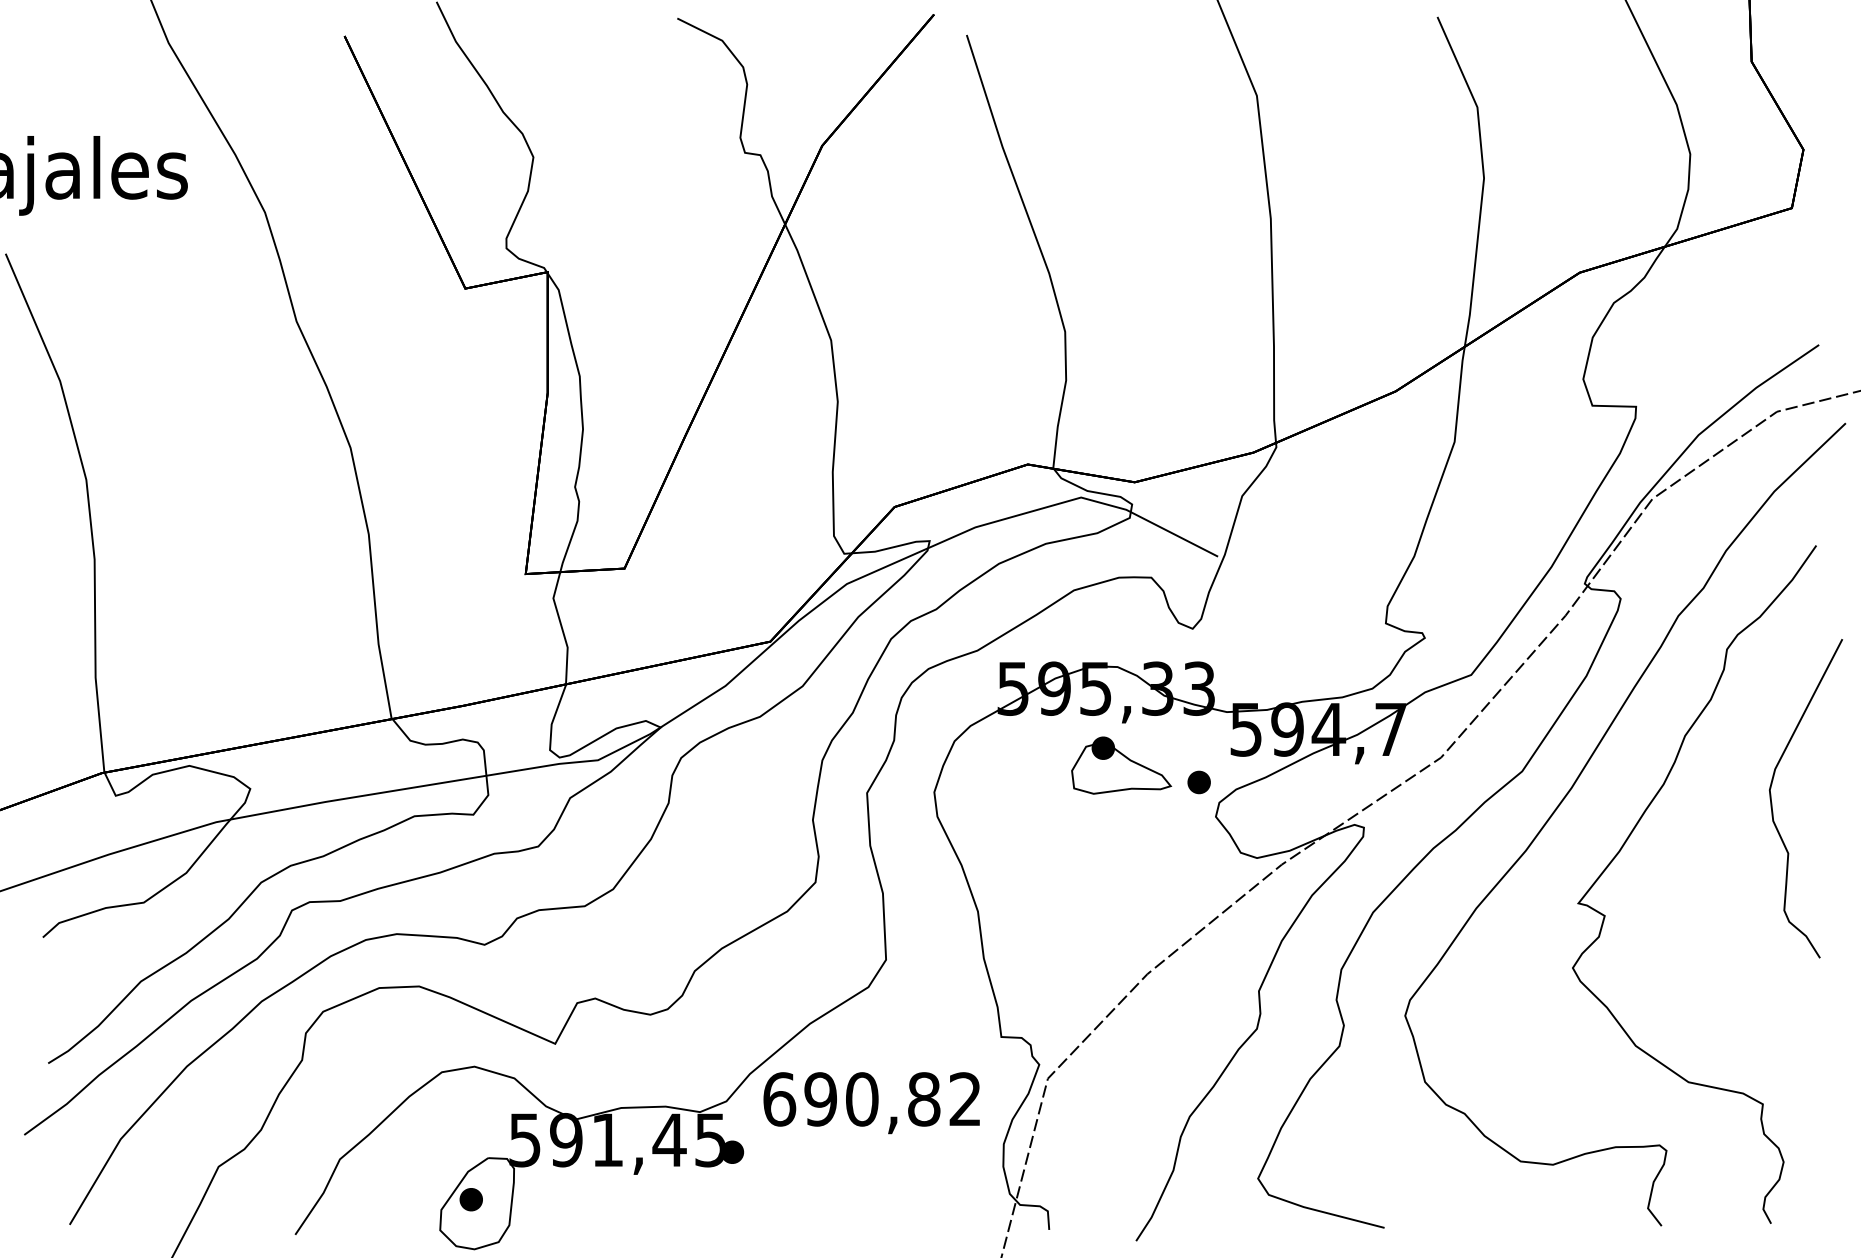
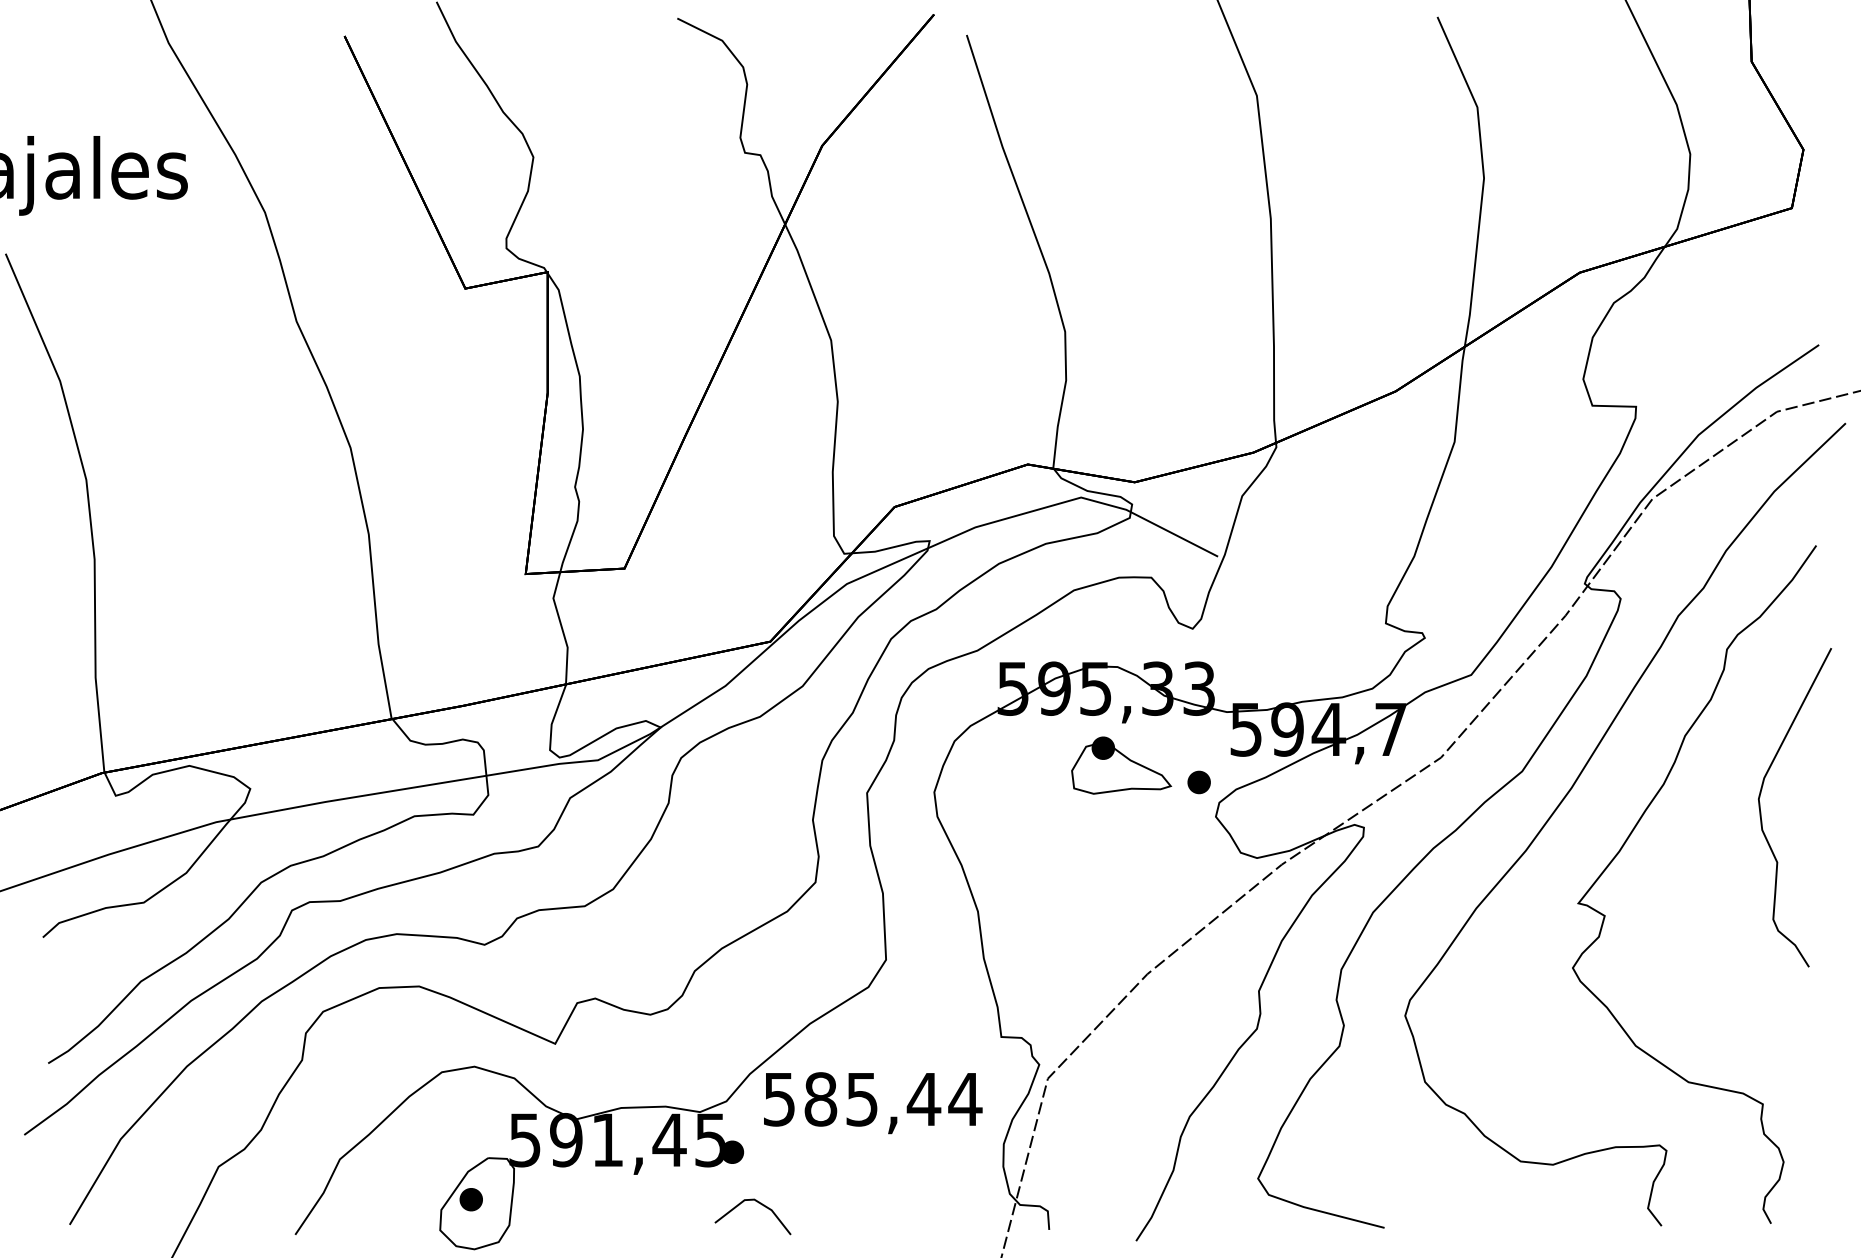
curve at (1772, 802) position: (1772, 802) -> (1761, 811)
text at (872, 1099): 690,82 -> 585,44
line at (761, 1205): none -> present
